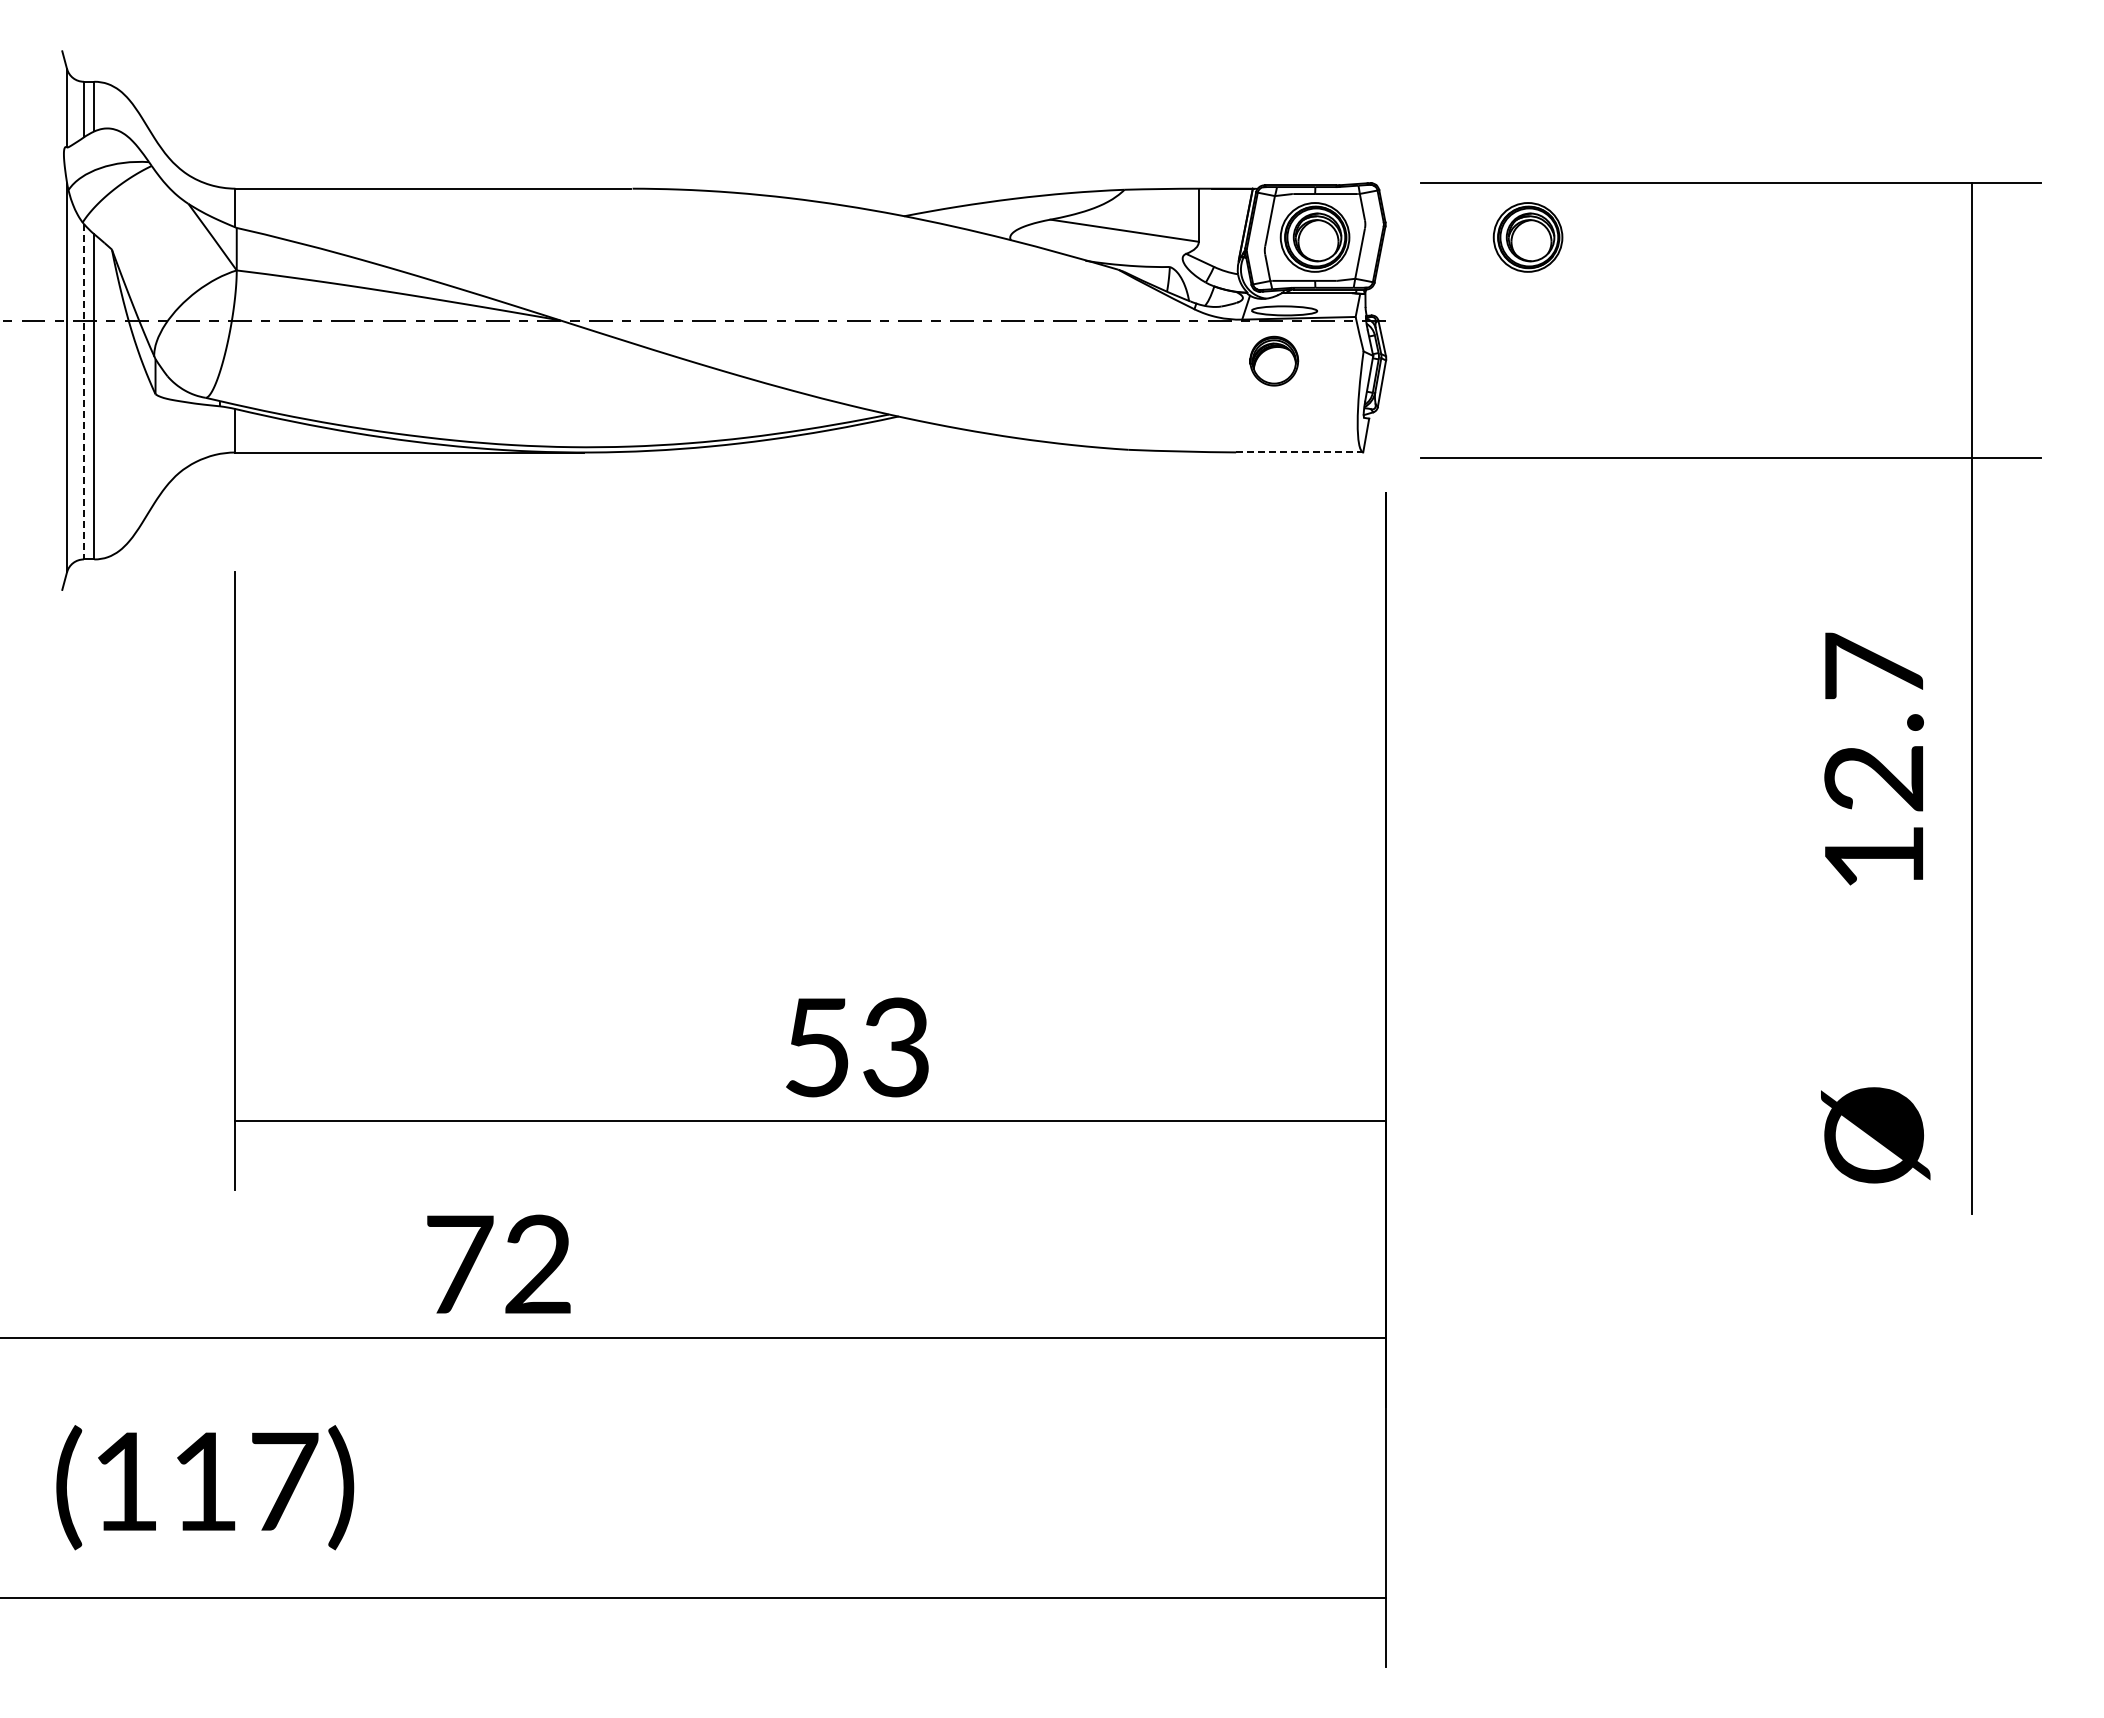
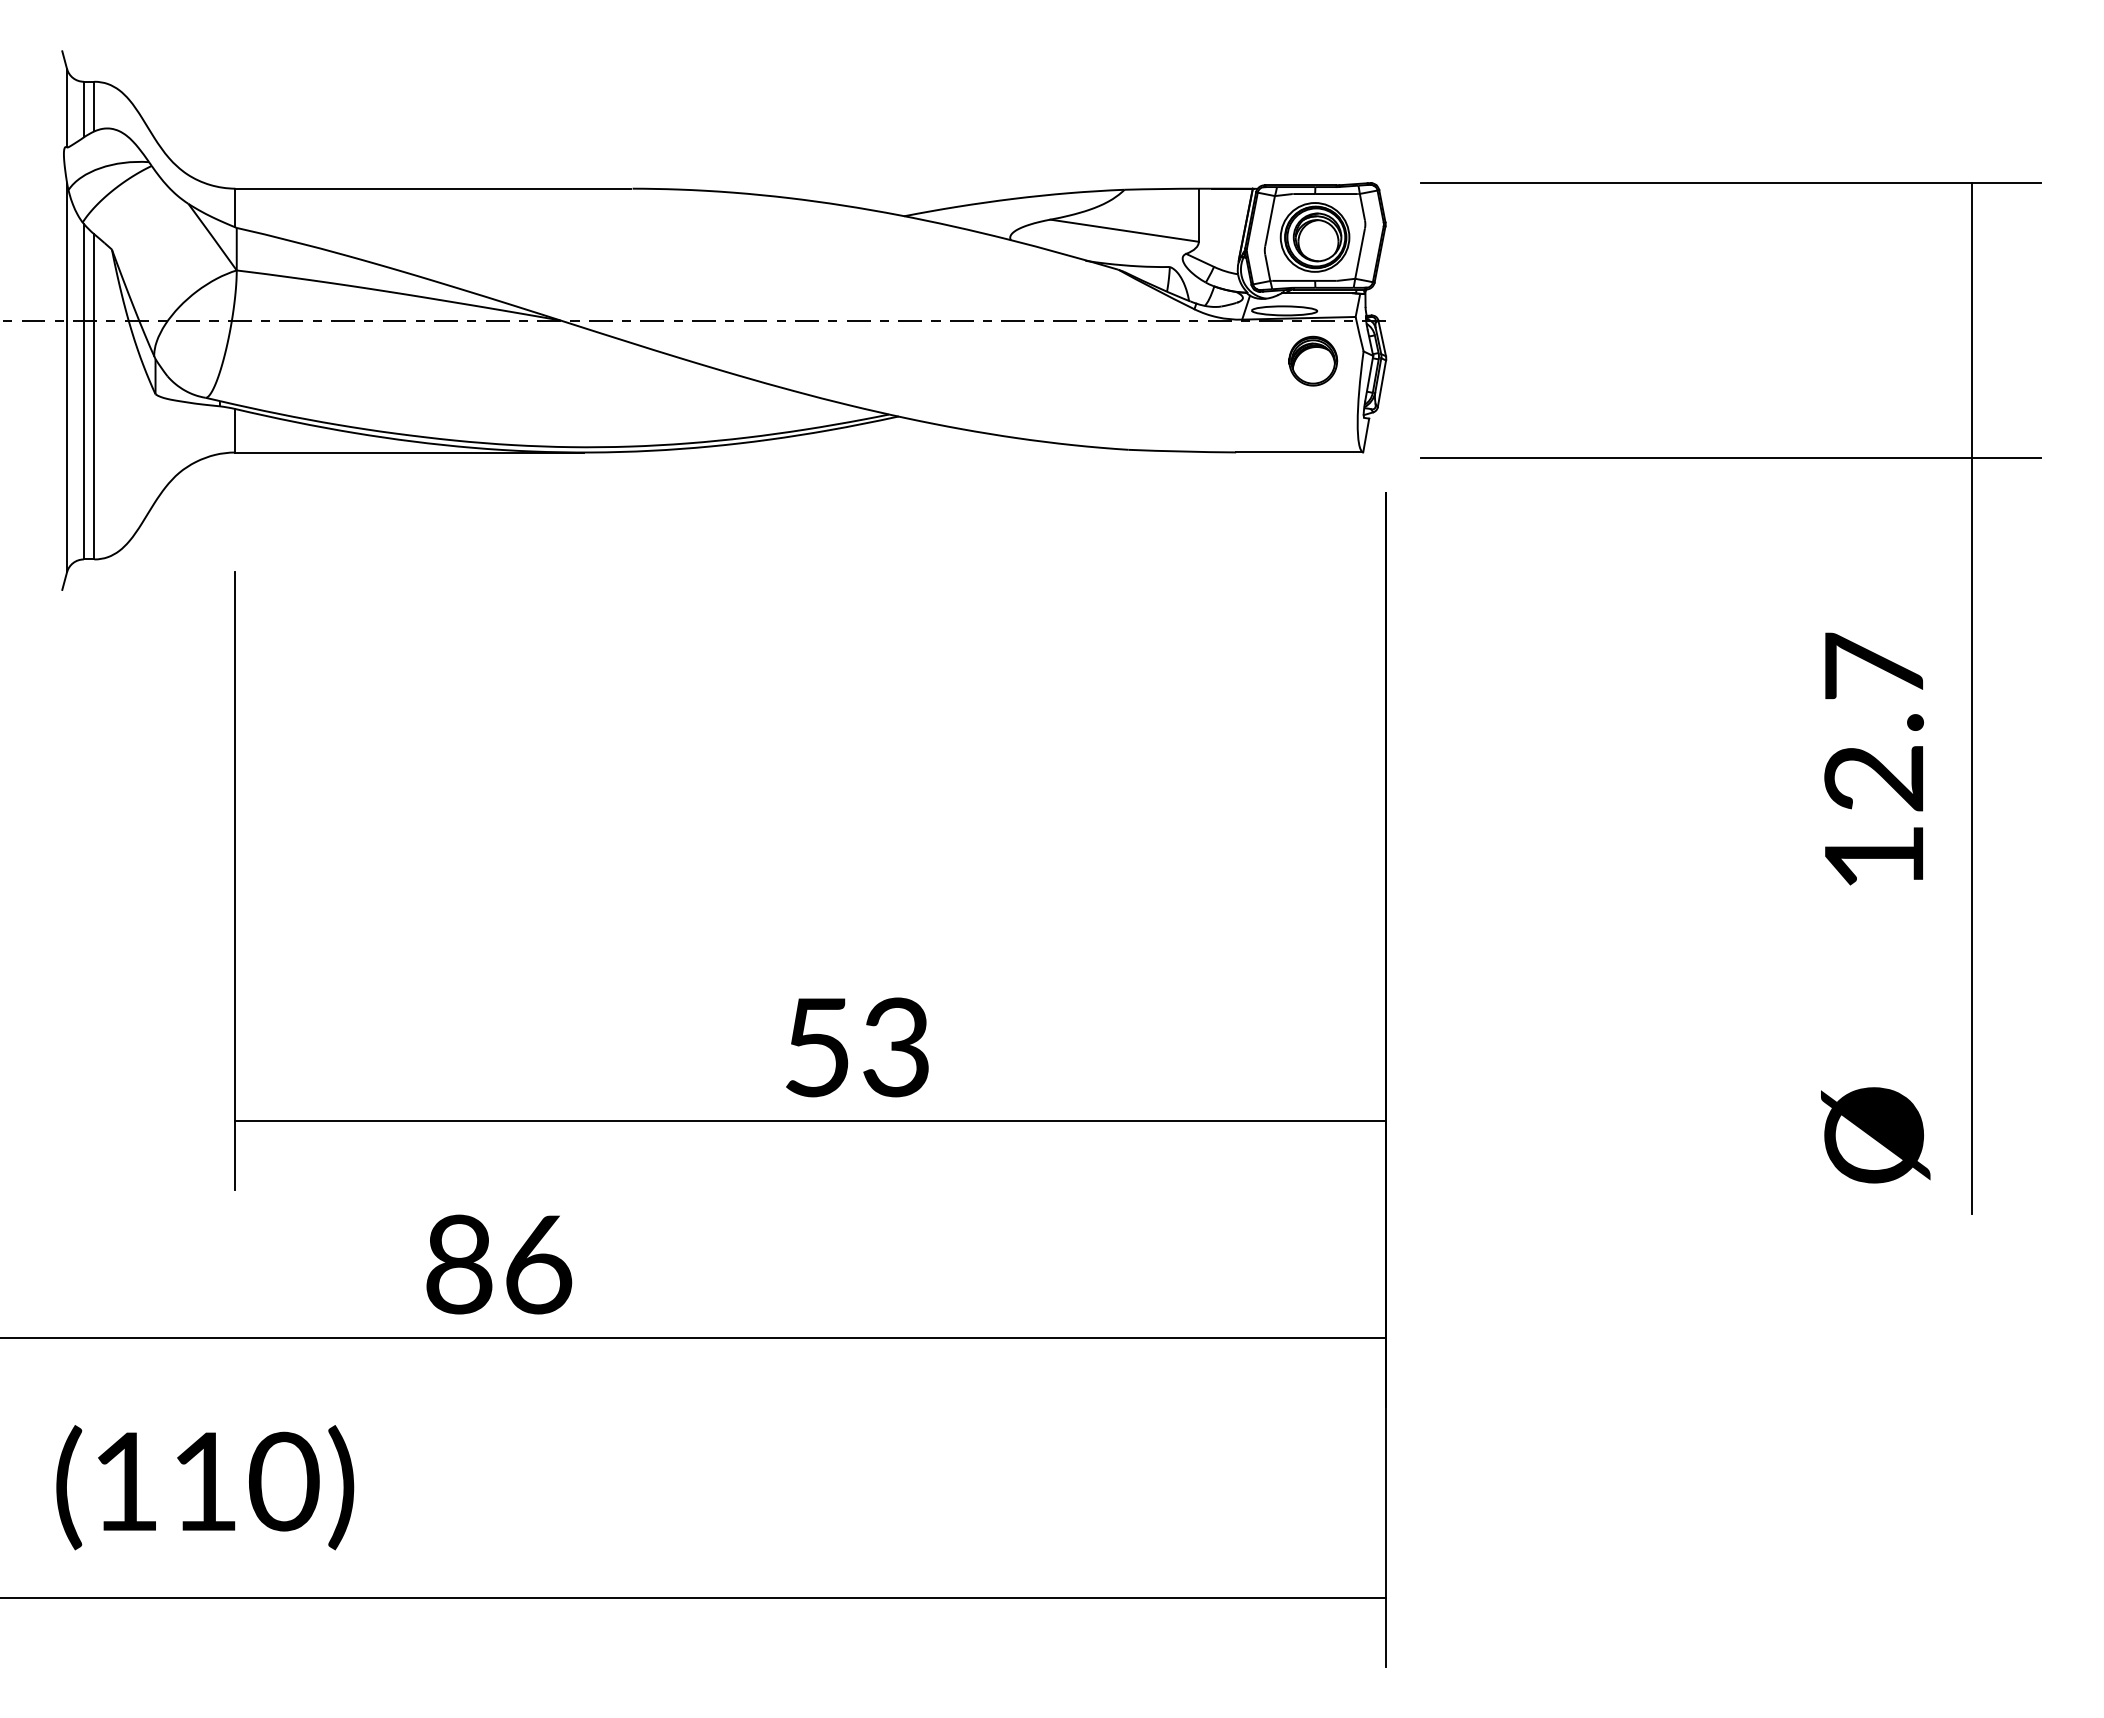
part at (1527, 237): present -> none
part at (1274, 360) position: (1274, 360) -> (1313, 360)
line at (83, 391): dashed -> solid
line at (1299, 452): dashed -> solid
text at (499, 1264): 72 -> 86
text at (284, 1481): (117) -> (110)
